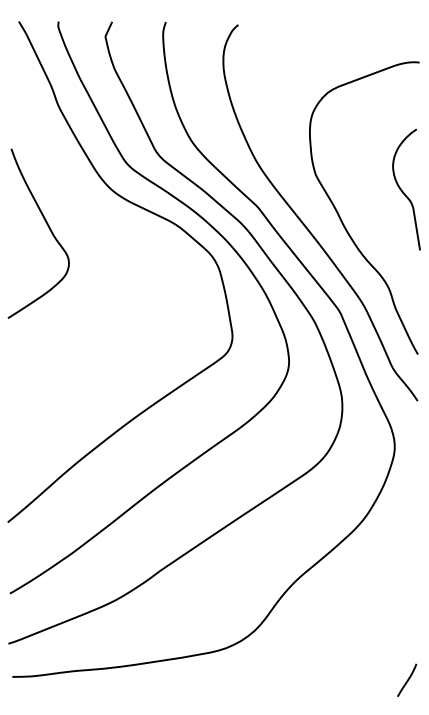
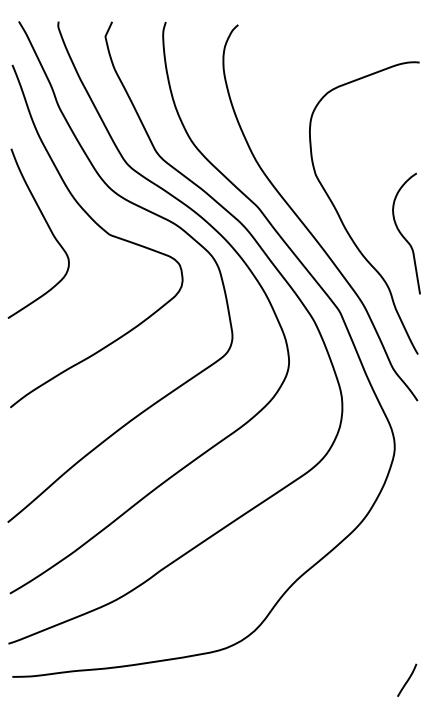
curve at (403, 191) position: (403, 191) -> (403, 235)
curve at (102, 230): none -> present
